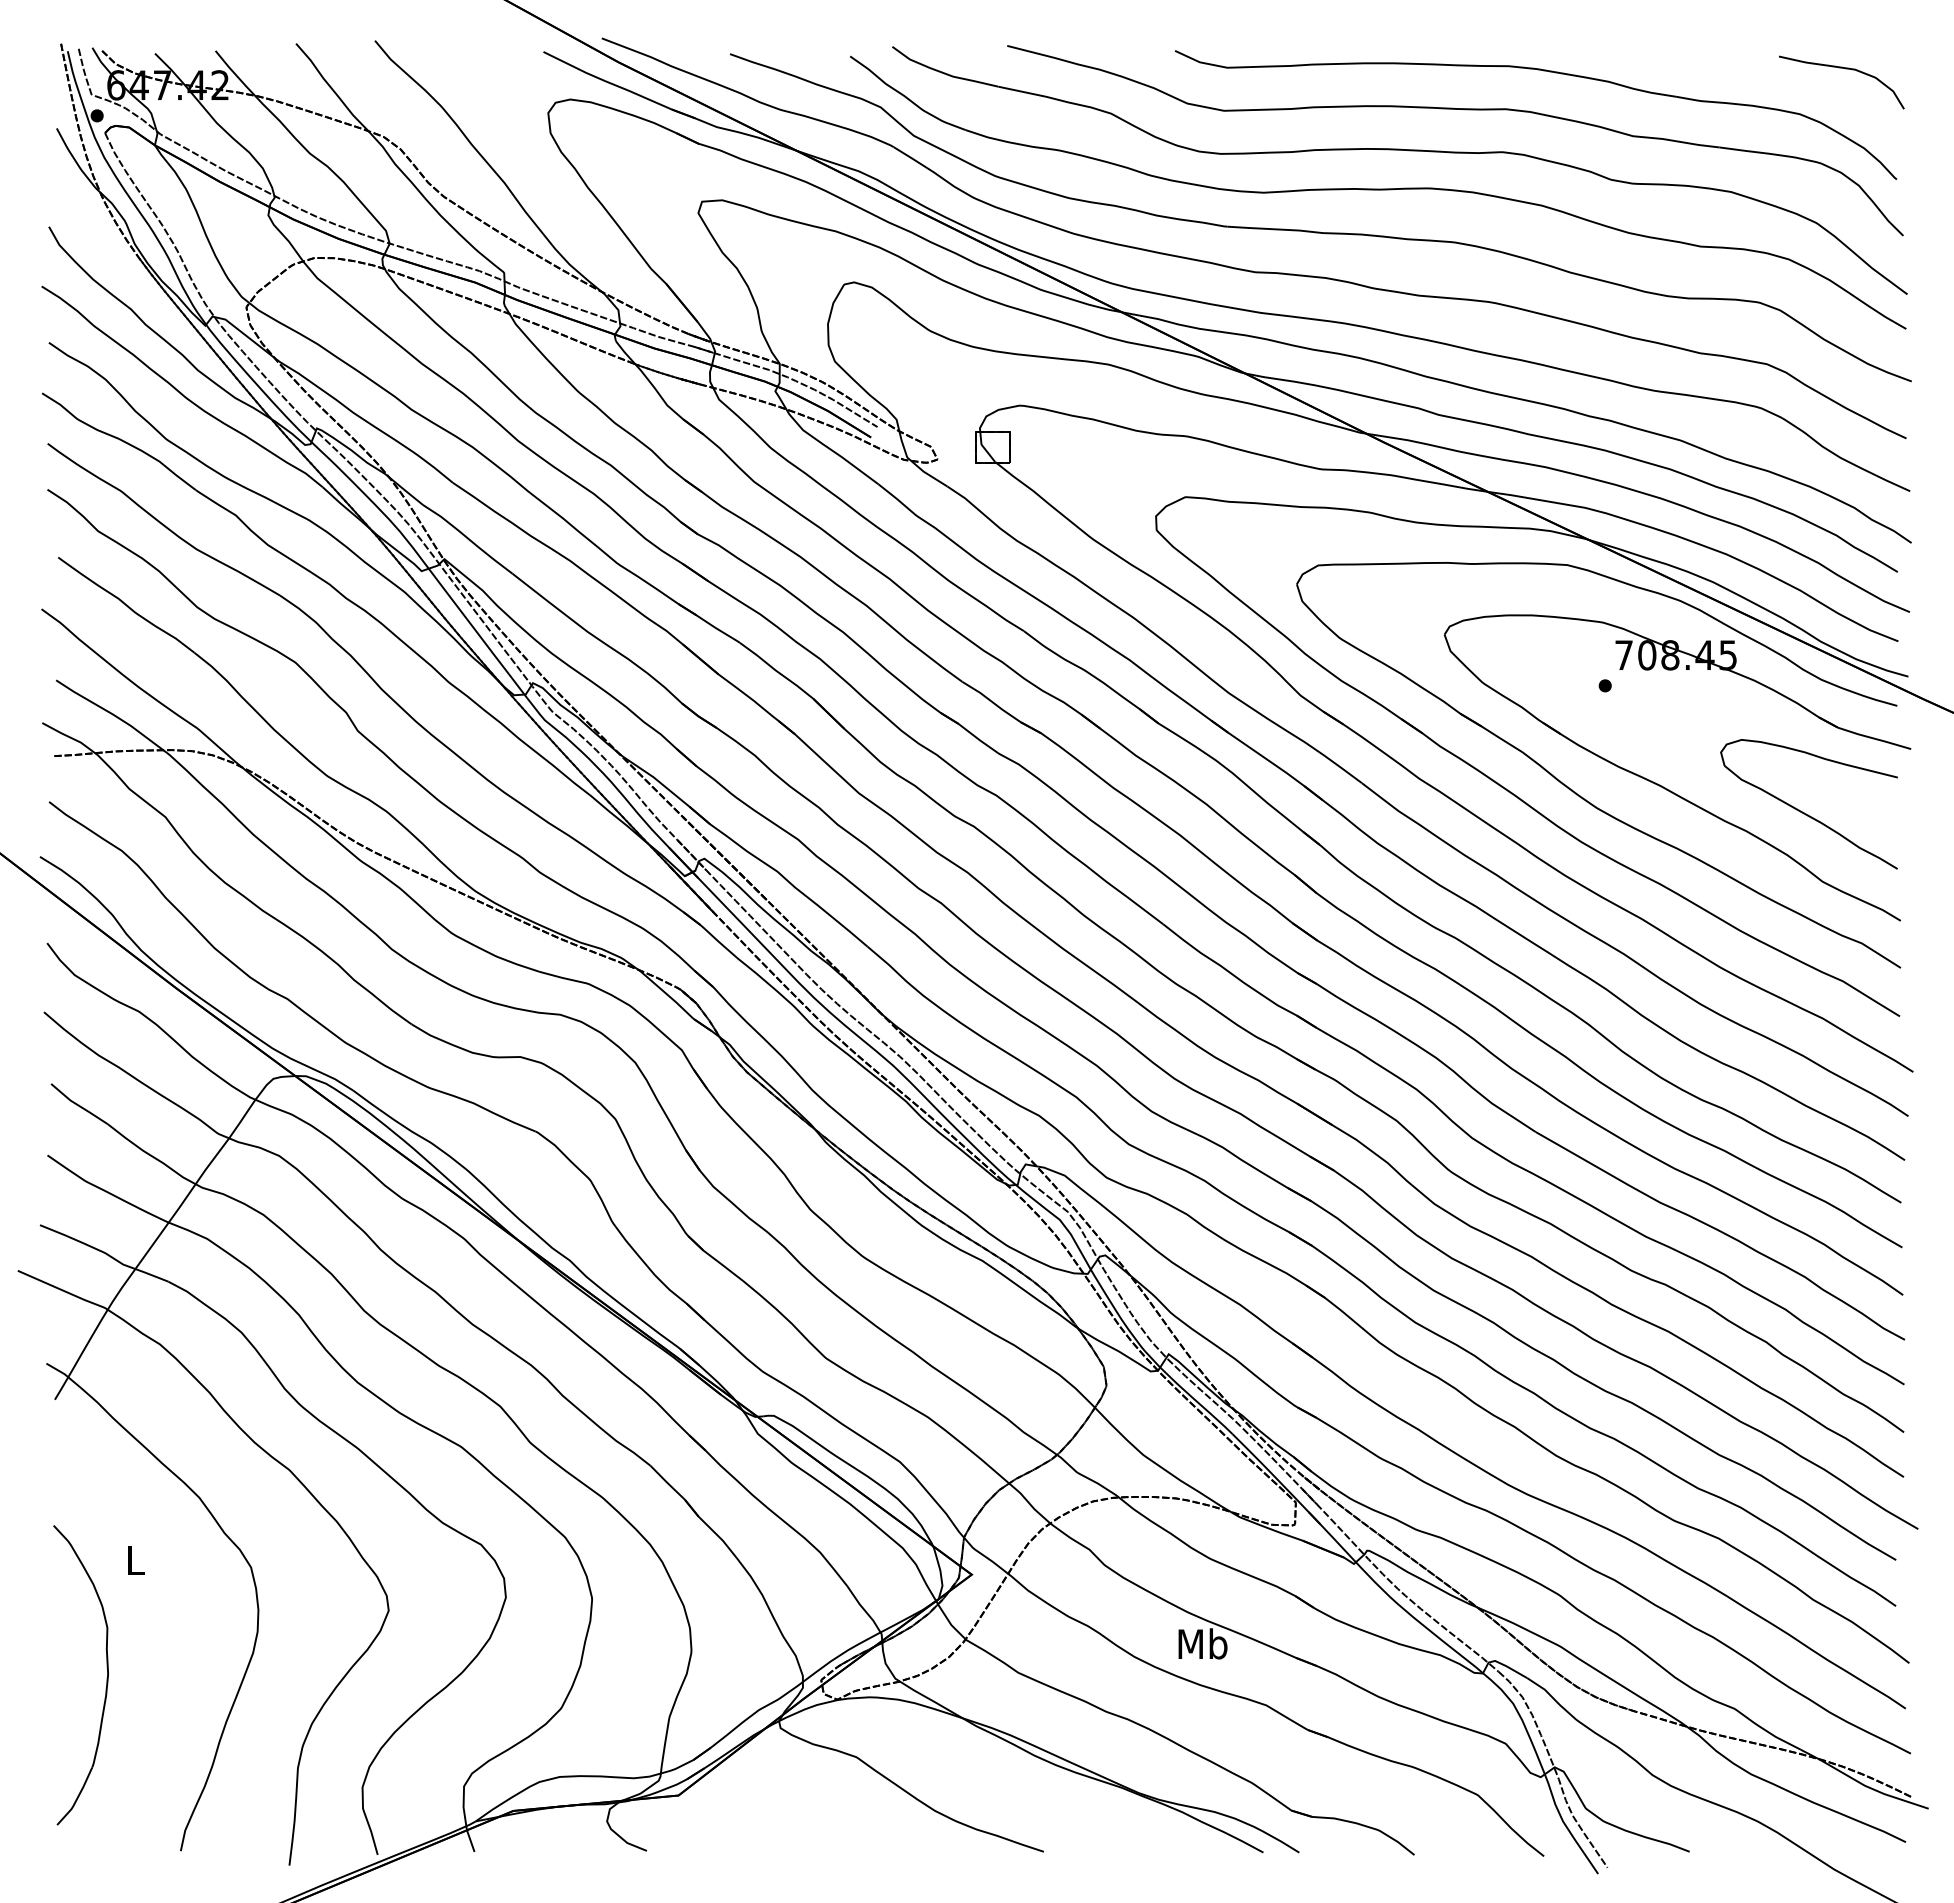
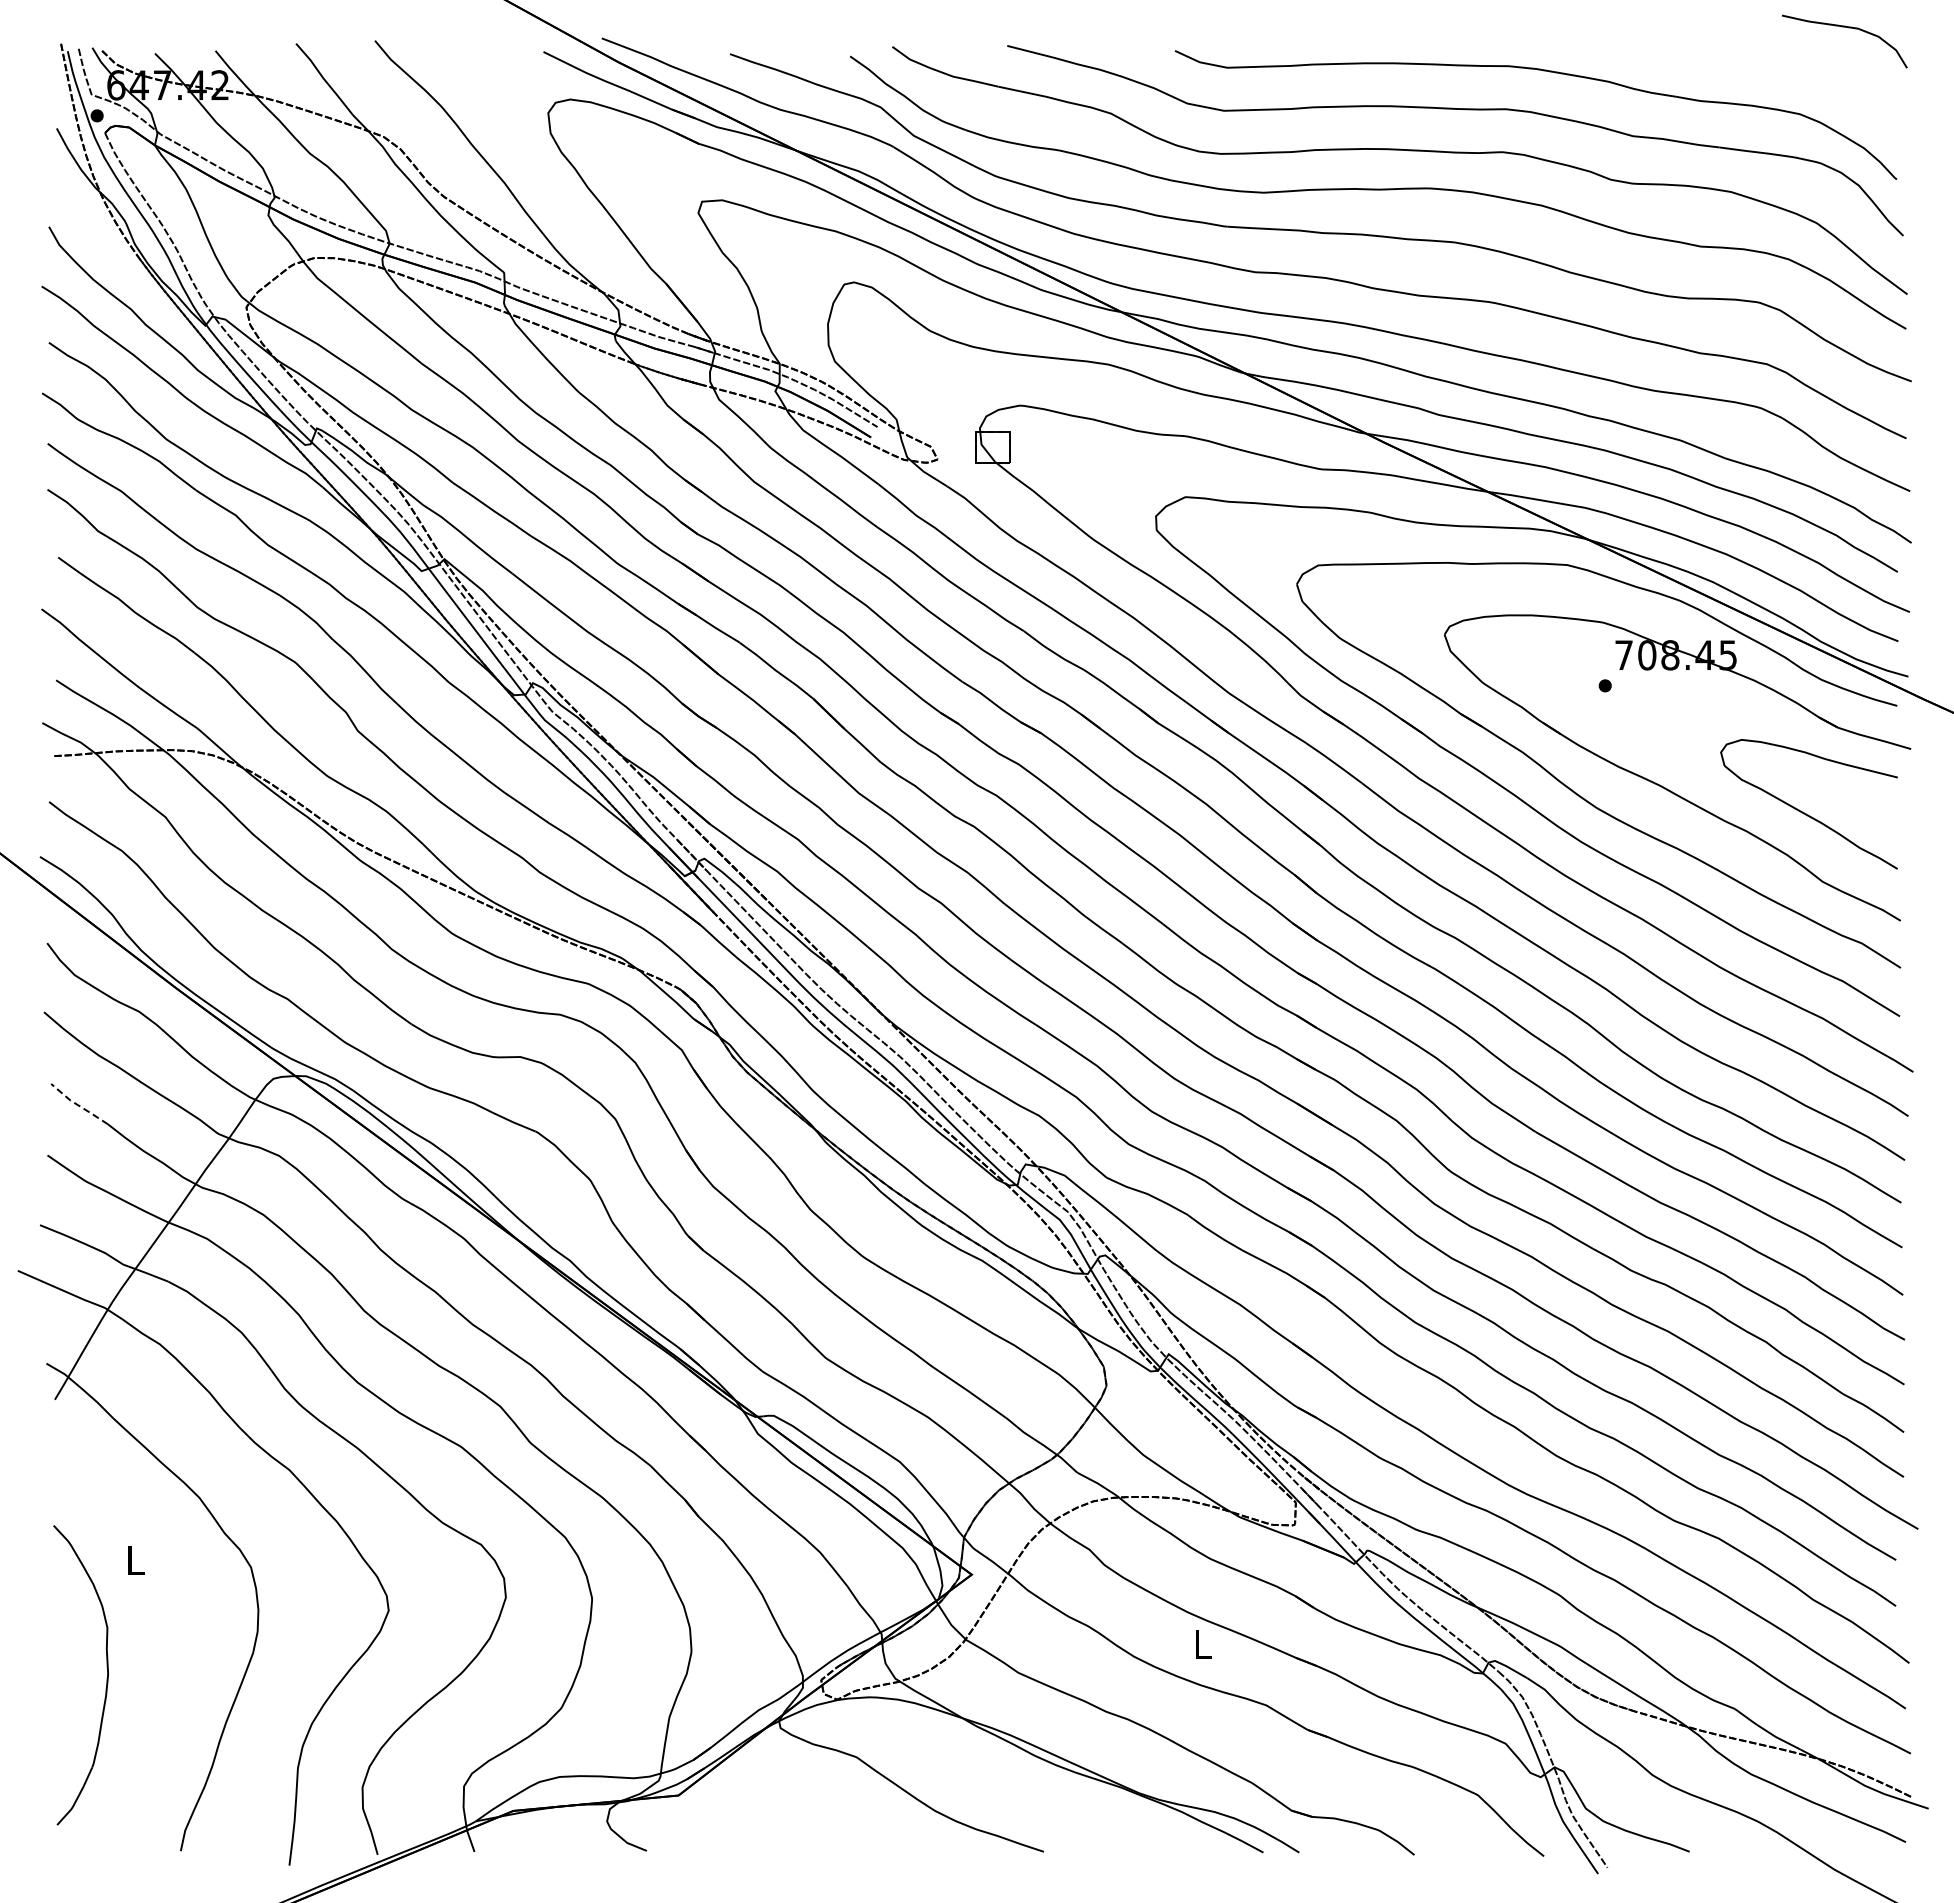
curve at (1845, 69) position: (1845, 69) -> (1848, 28)
line at (78, 1105): solid -> dashed
text at (1202, 1643): Mb -> L
